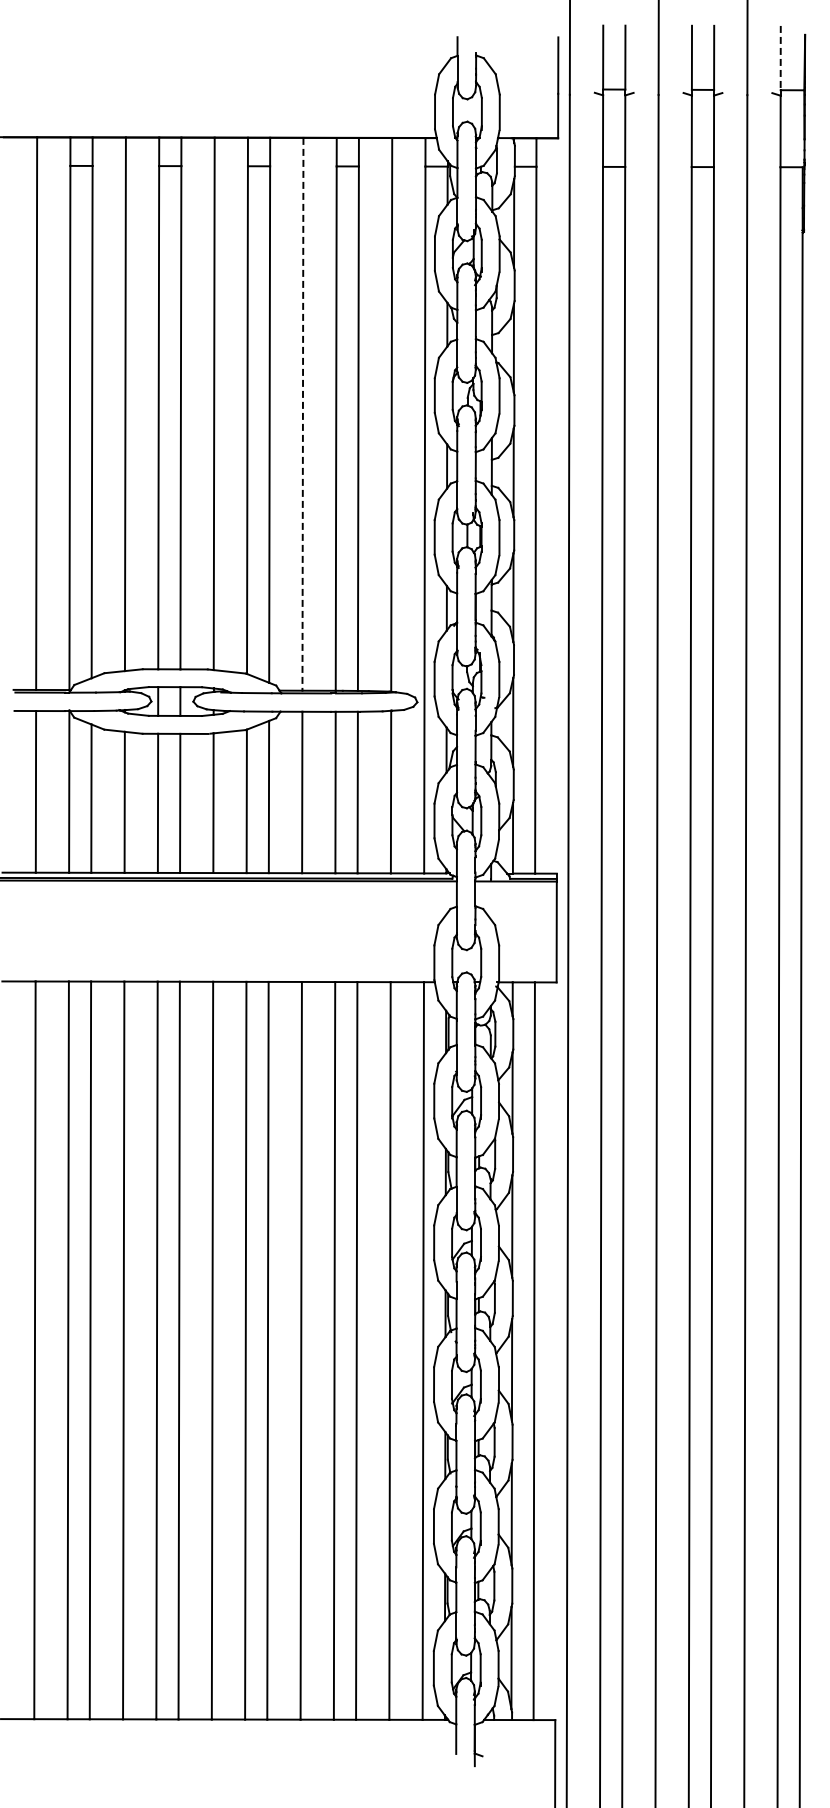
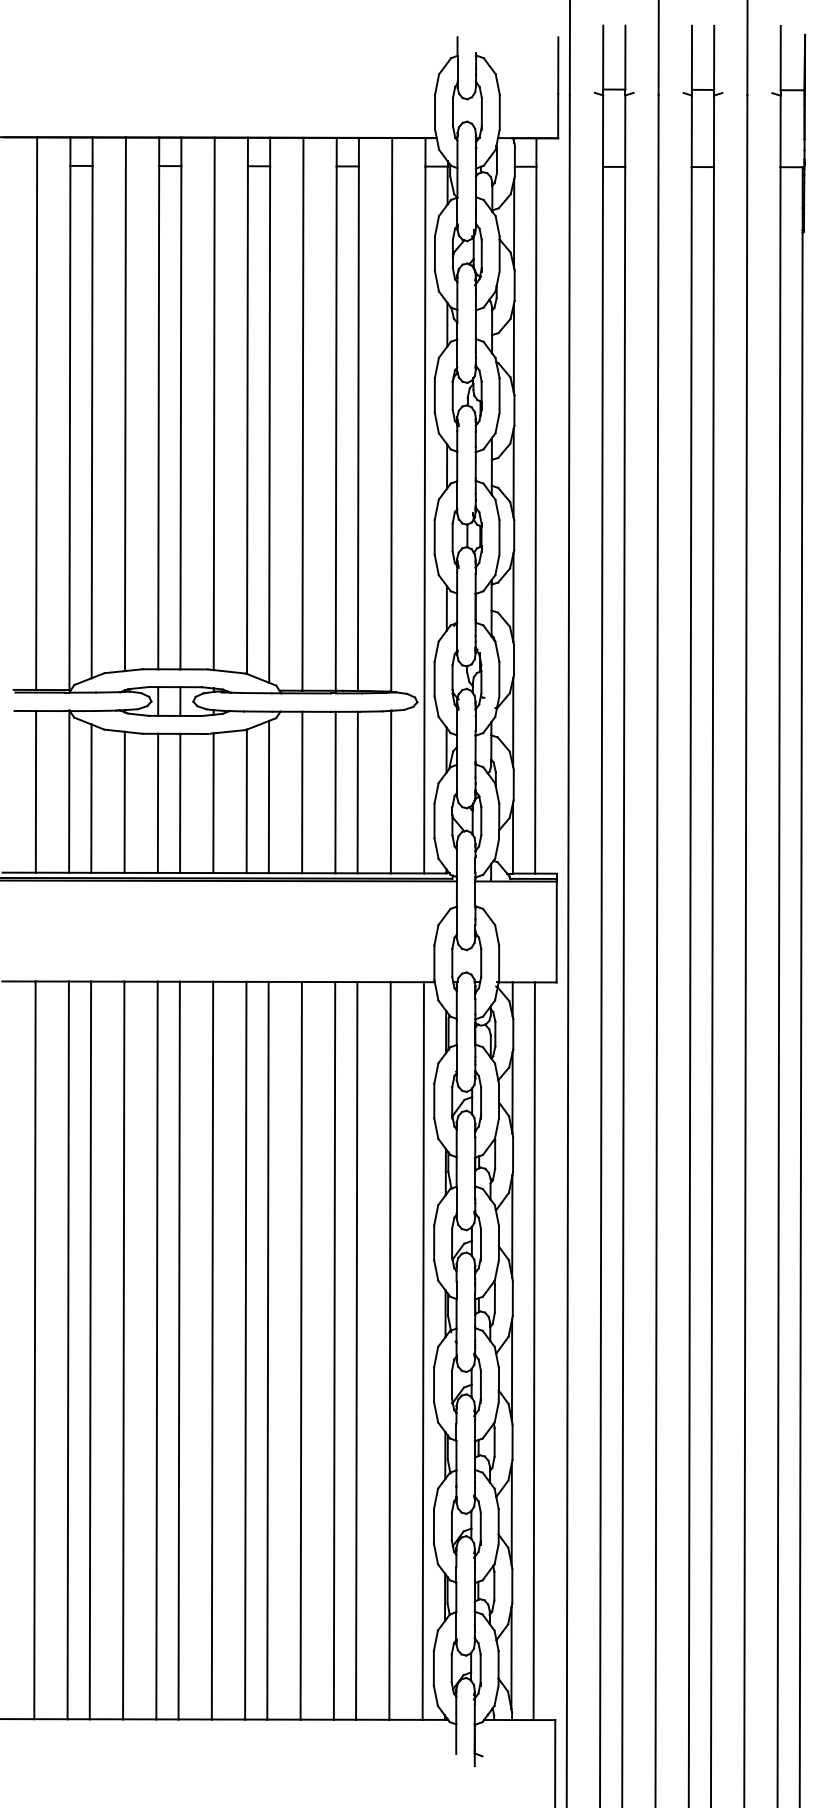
line at (780, 58): dashed -> solid
line at (302, 414): dashed -> solid
